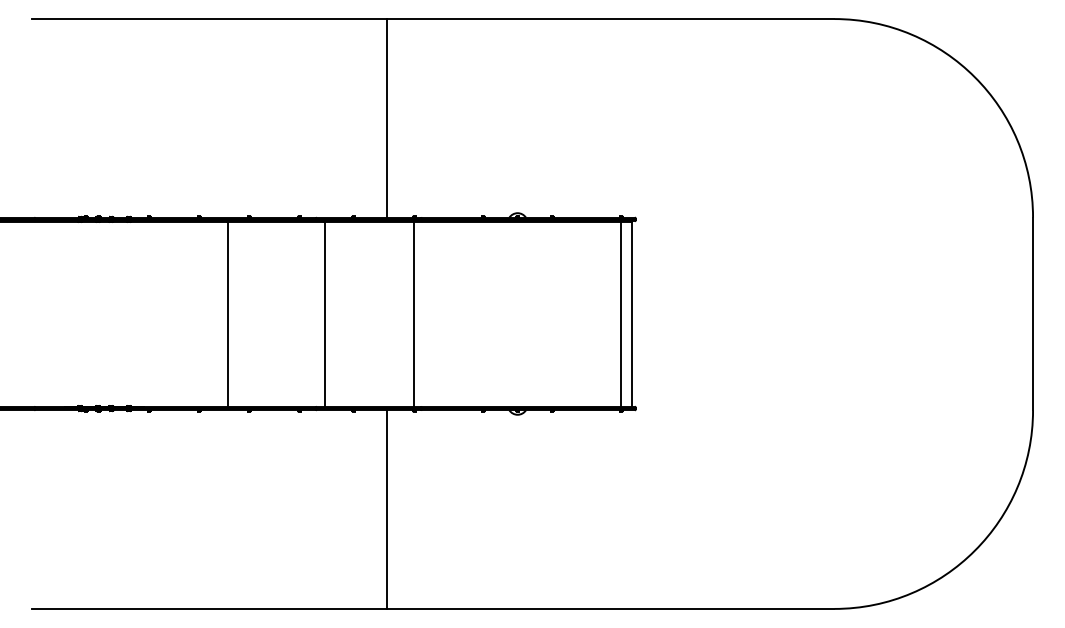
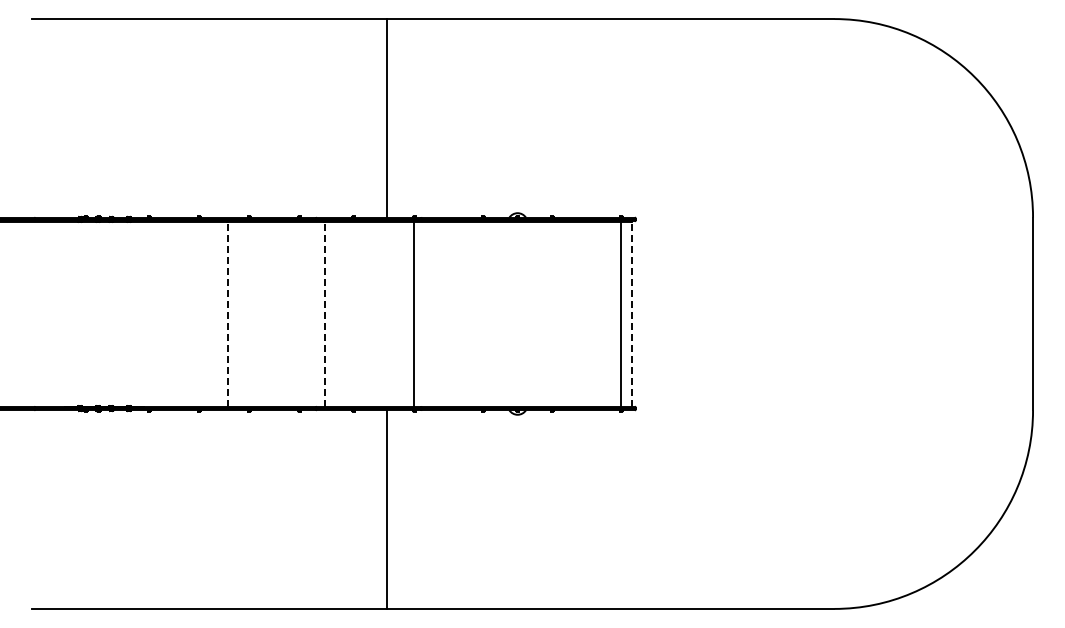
line at (227, 314): solid -> dashed
line at (324, 314): solid -> dashed
line at (631, 314): solid -> dashed
